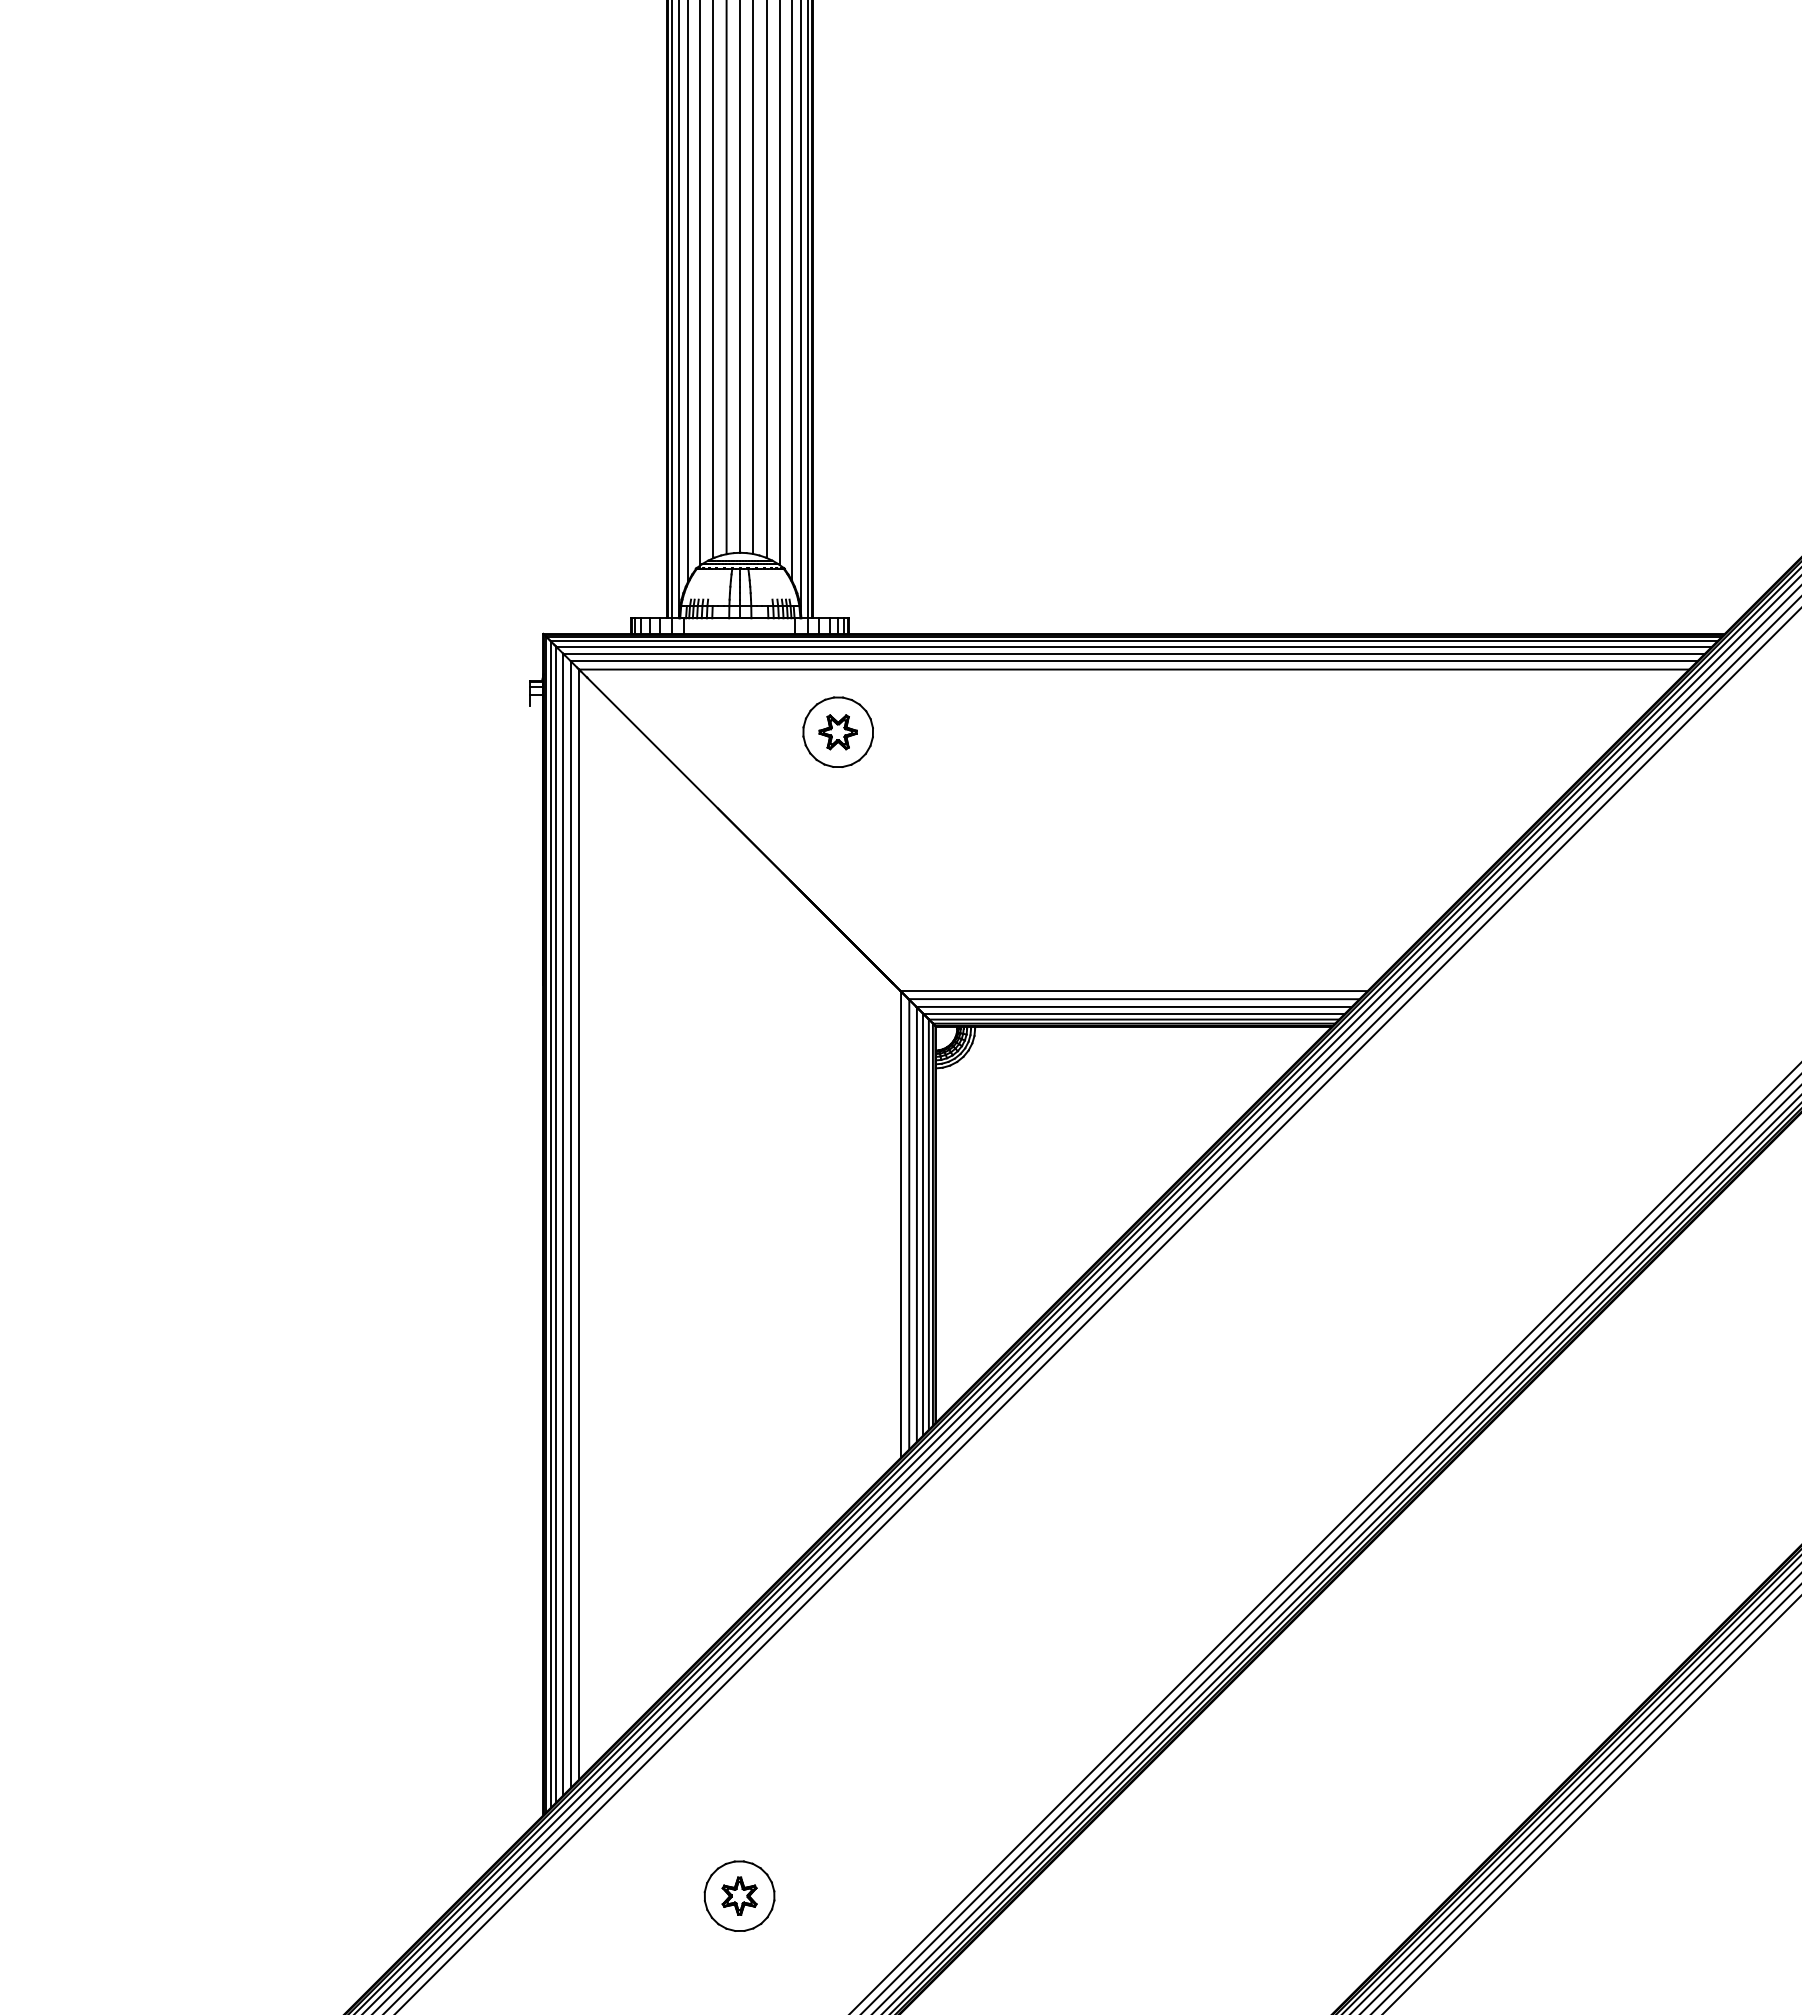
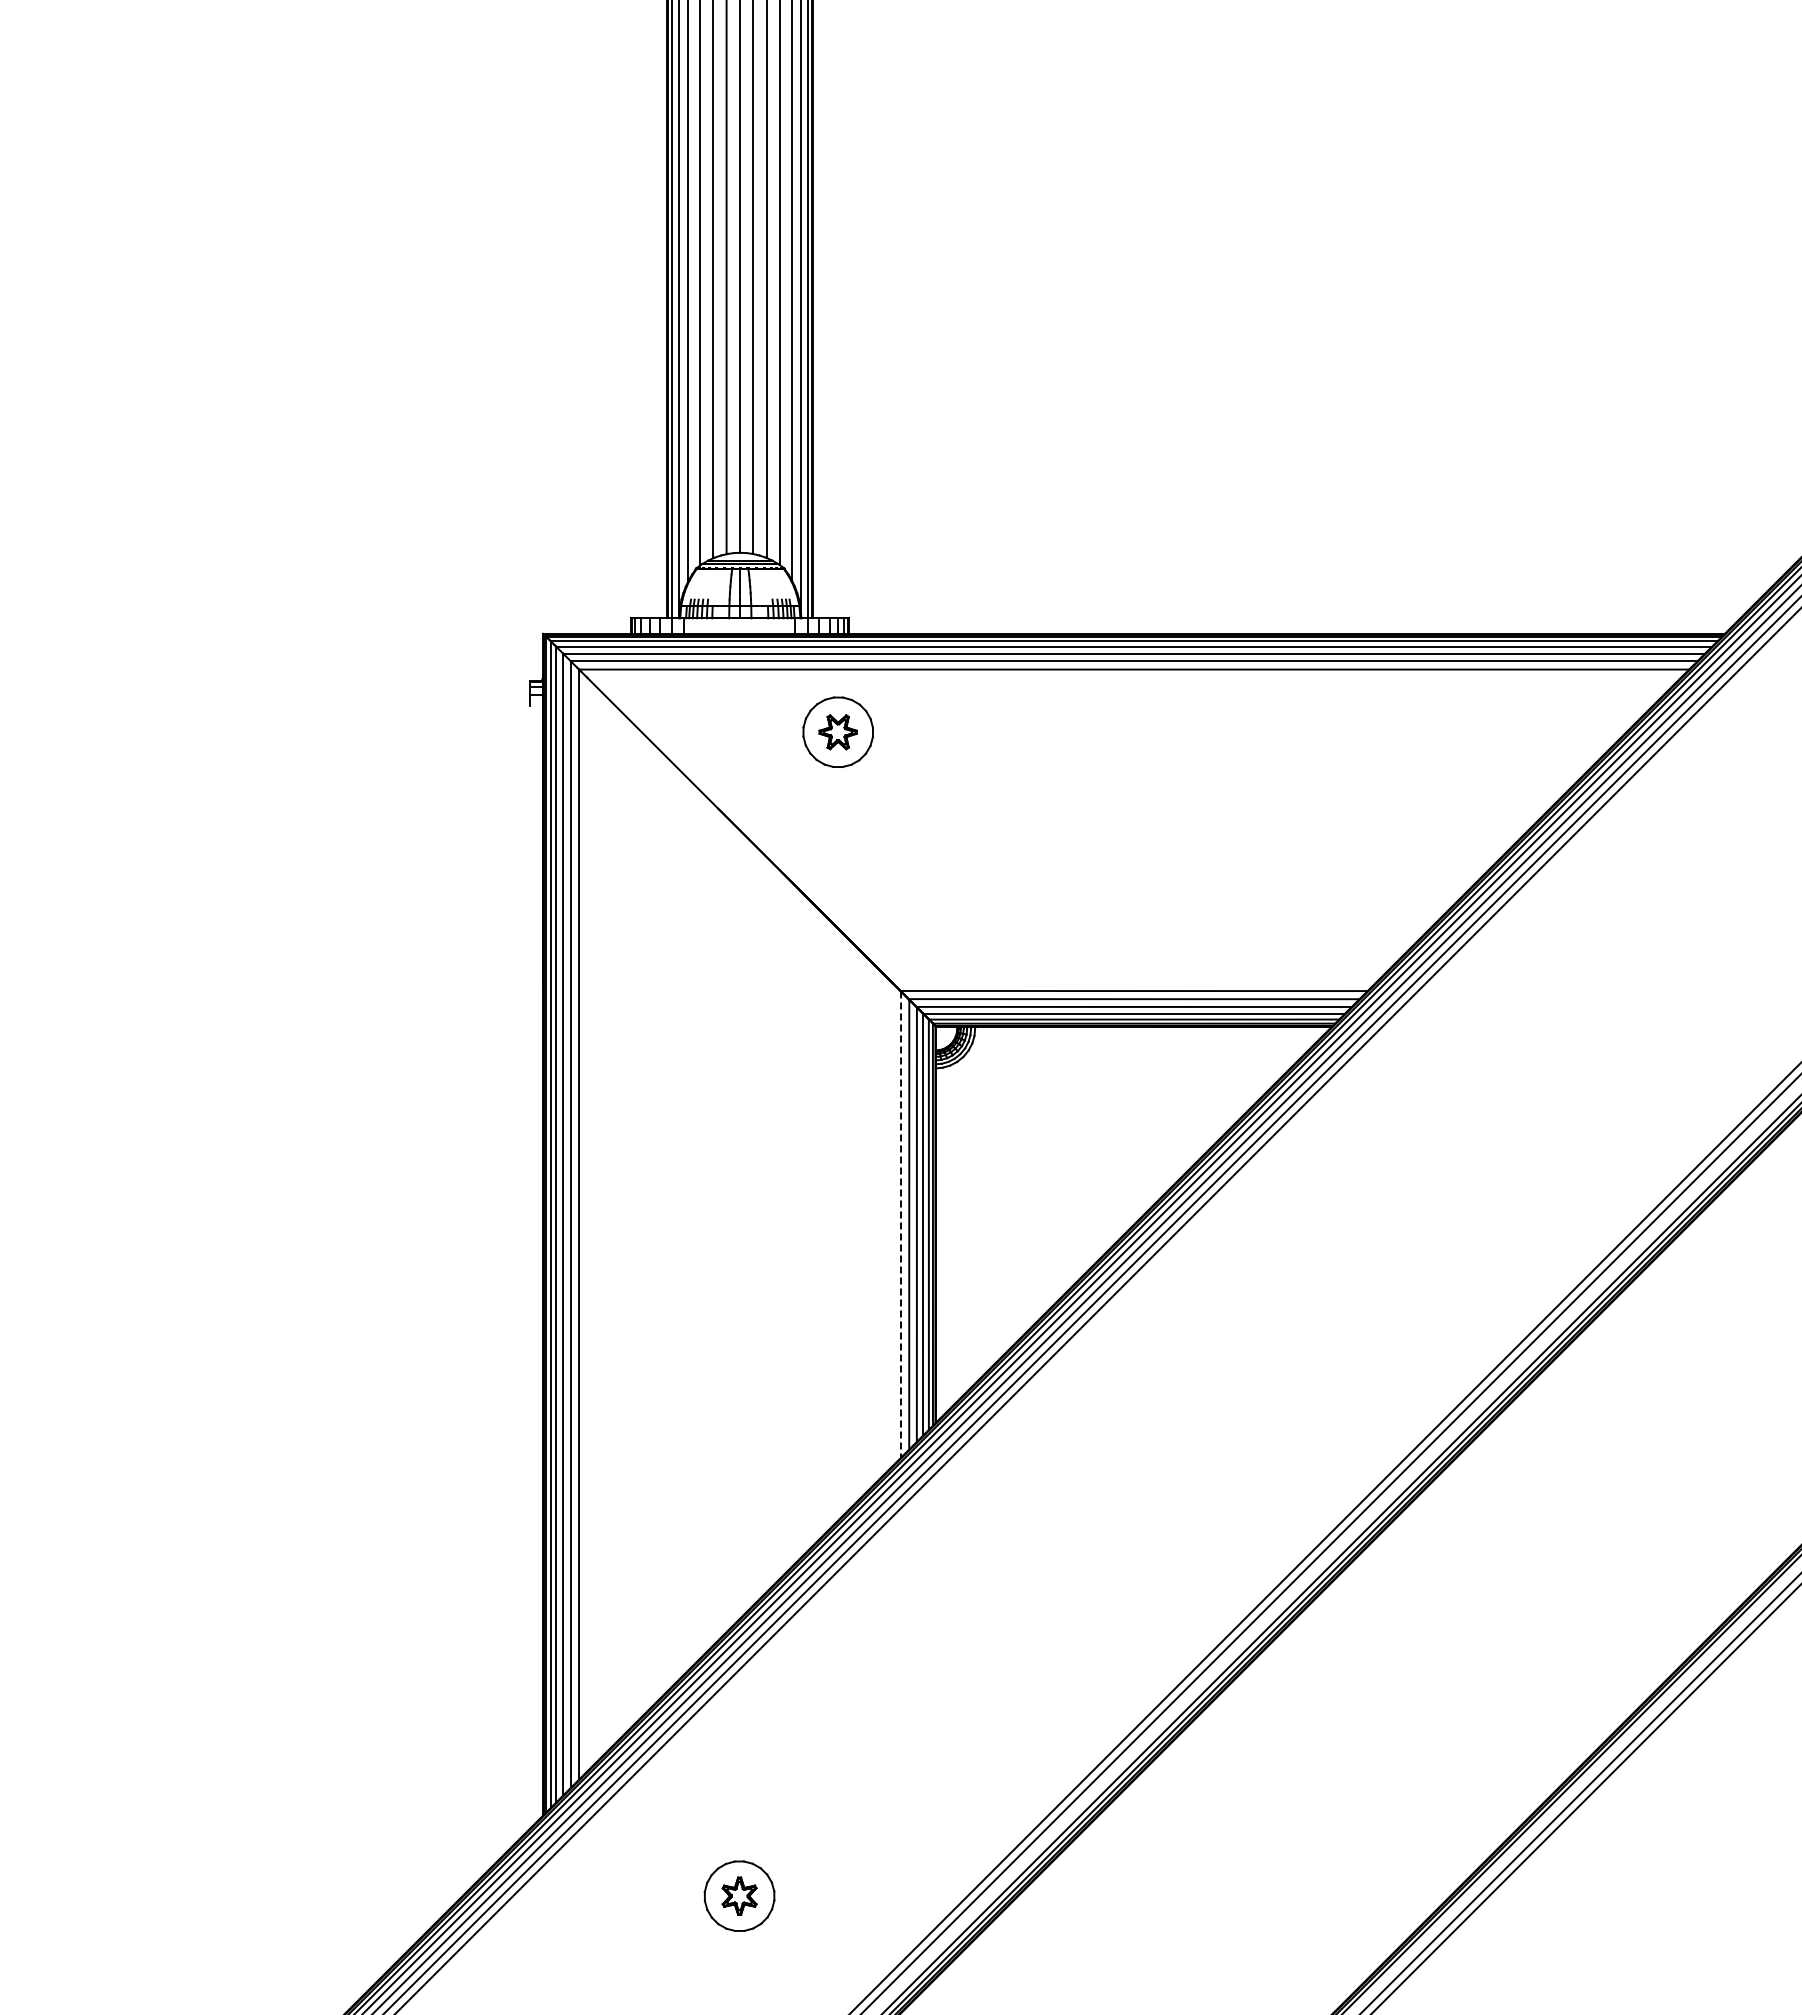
line at (901, 1225): solid -> dashed
line at (1336, 1549): present -> none
line at (1575, 1788): present -> none
line at (1591, 1804): present -> none
